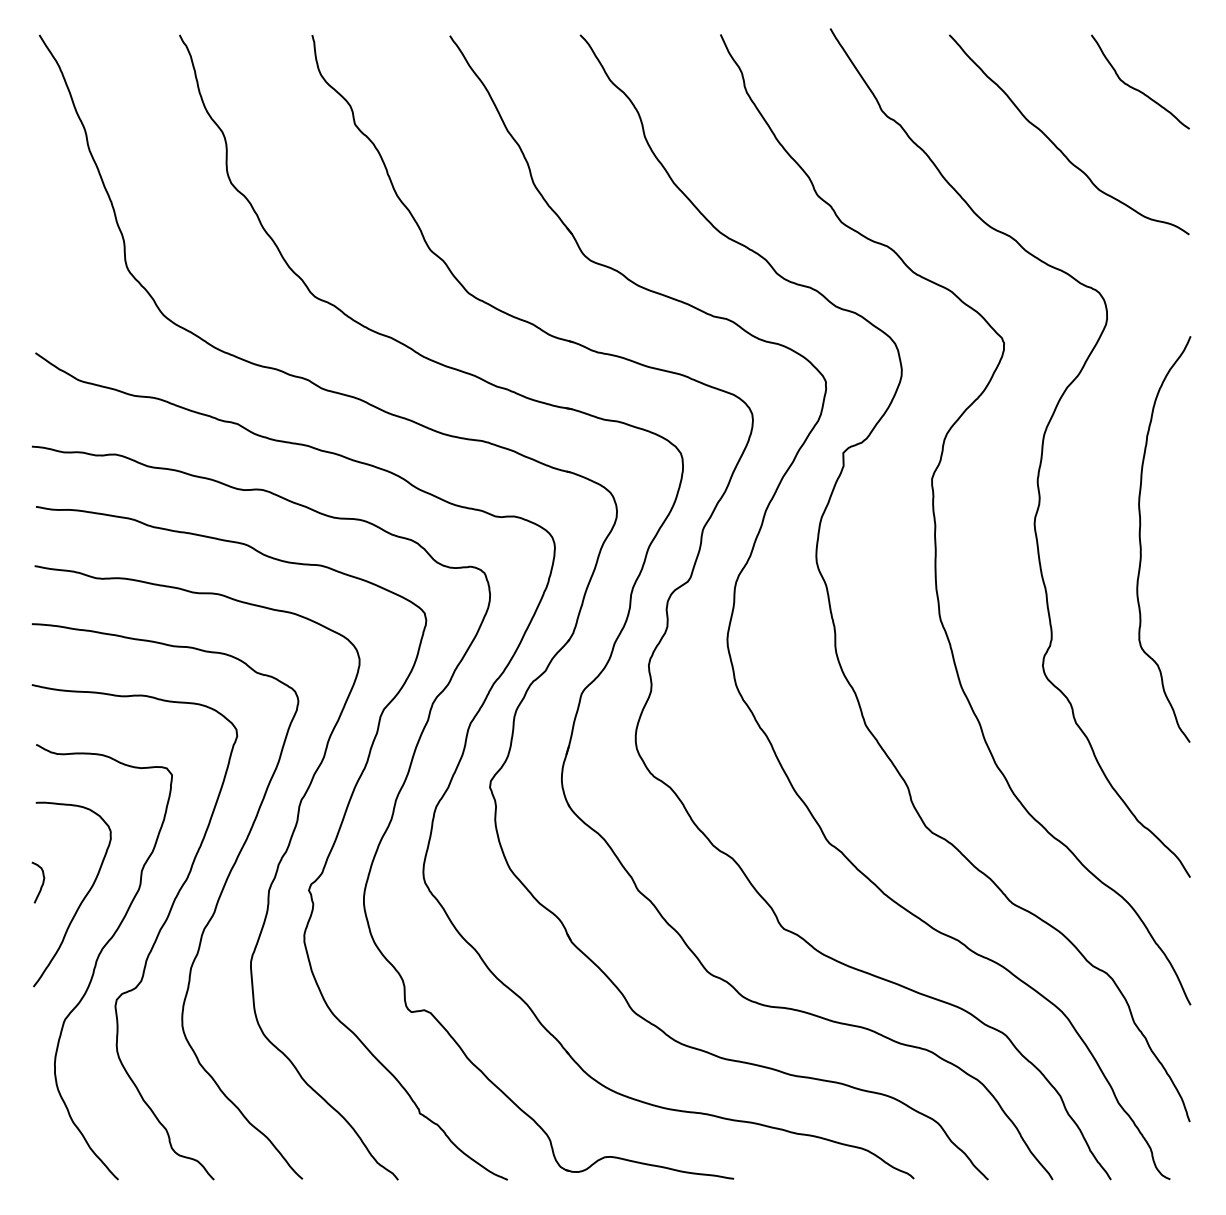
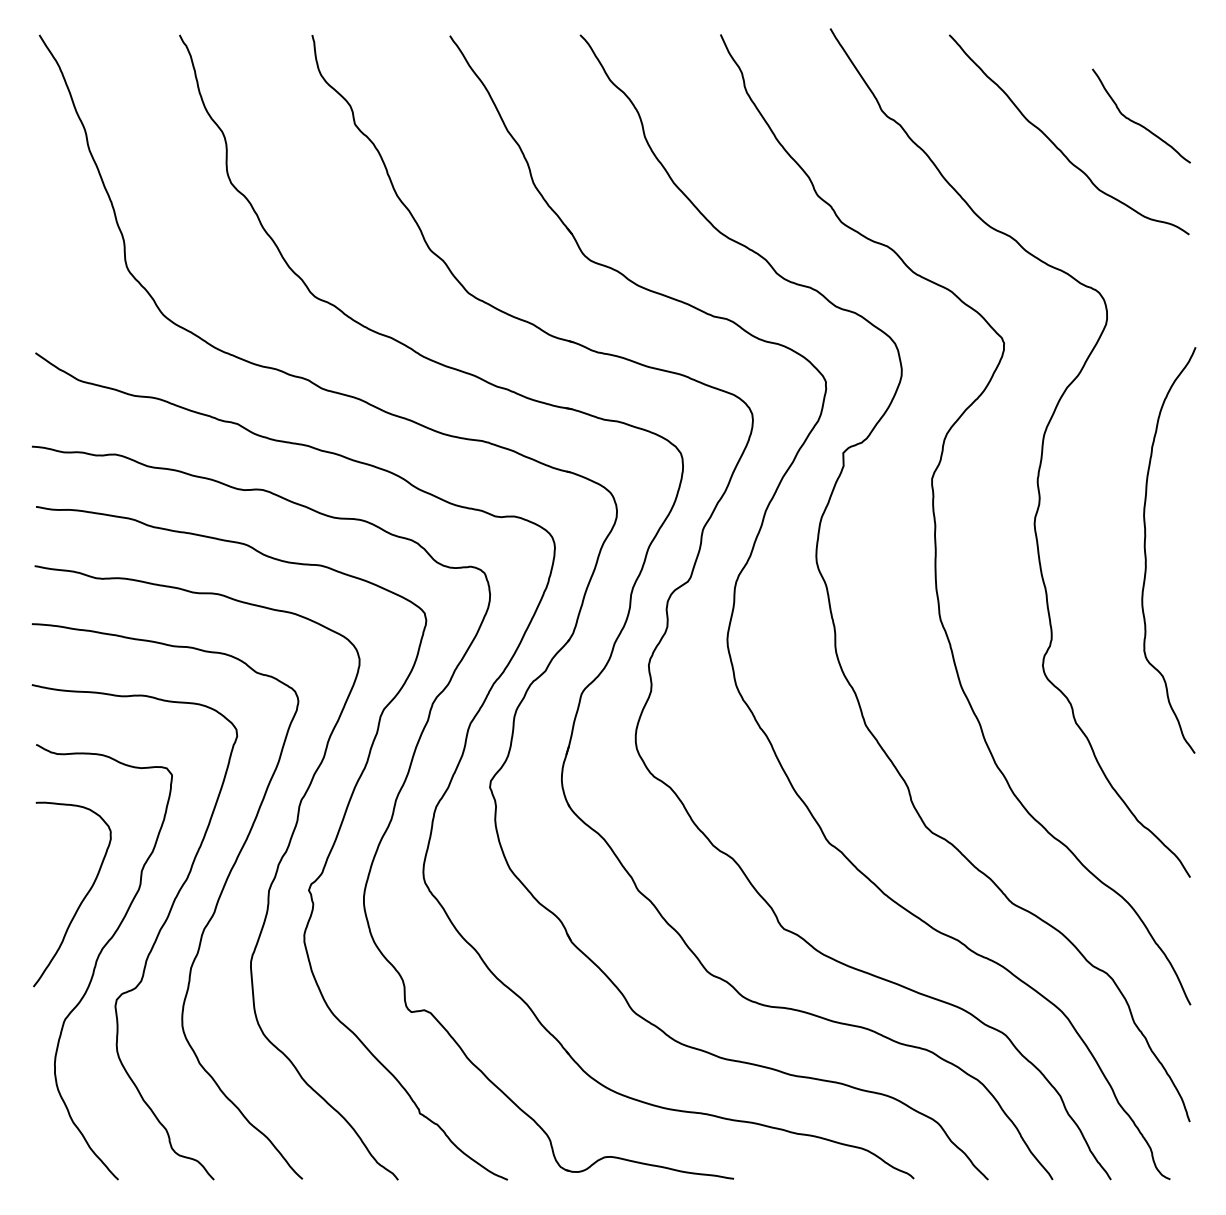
curve at (1136, 88) position: (1136, 88) -> (1137, 122)
curve at (1141, 542) position: (1141, 542) -> (1146, 553)
curve at (41, 884): present -> none
